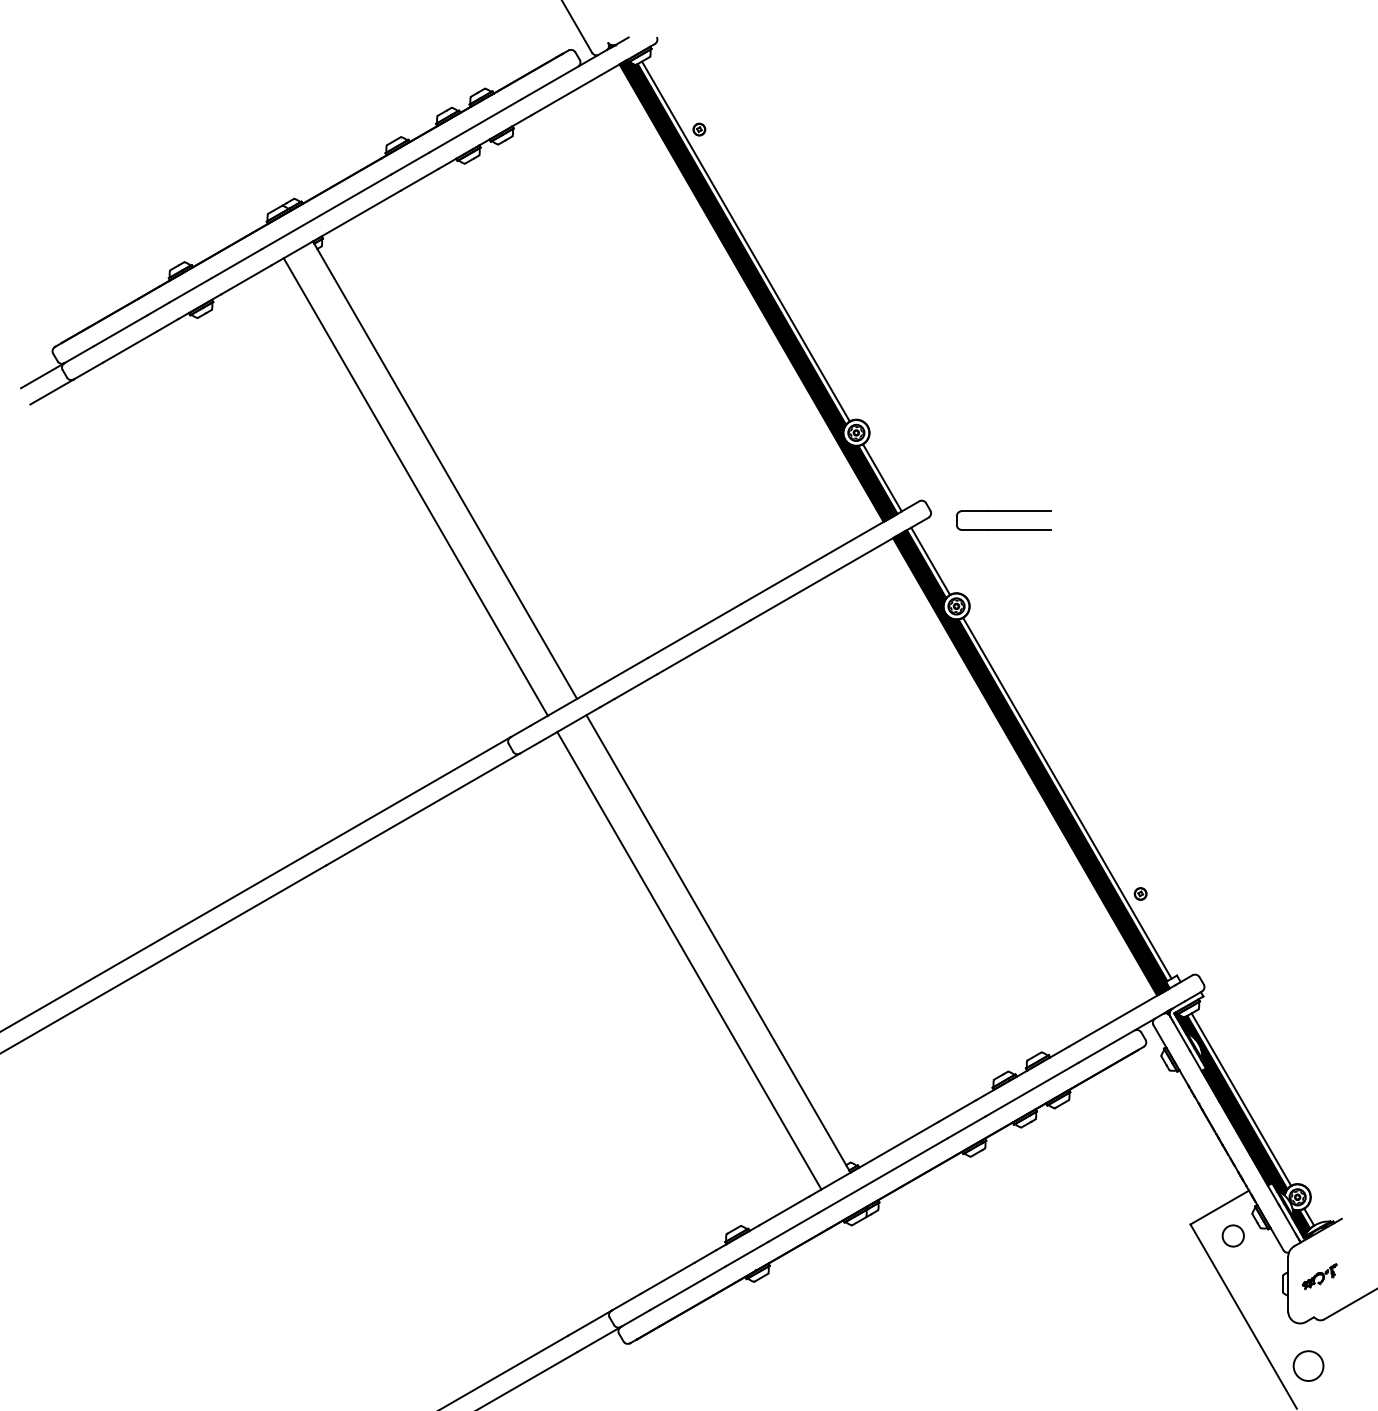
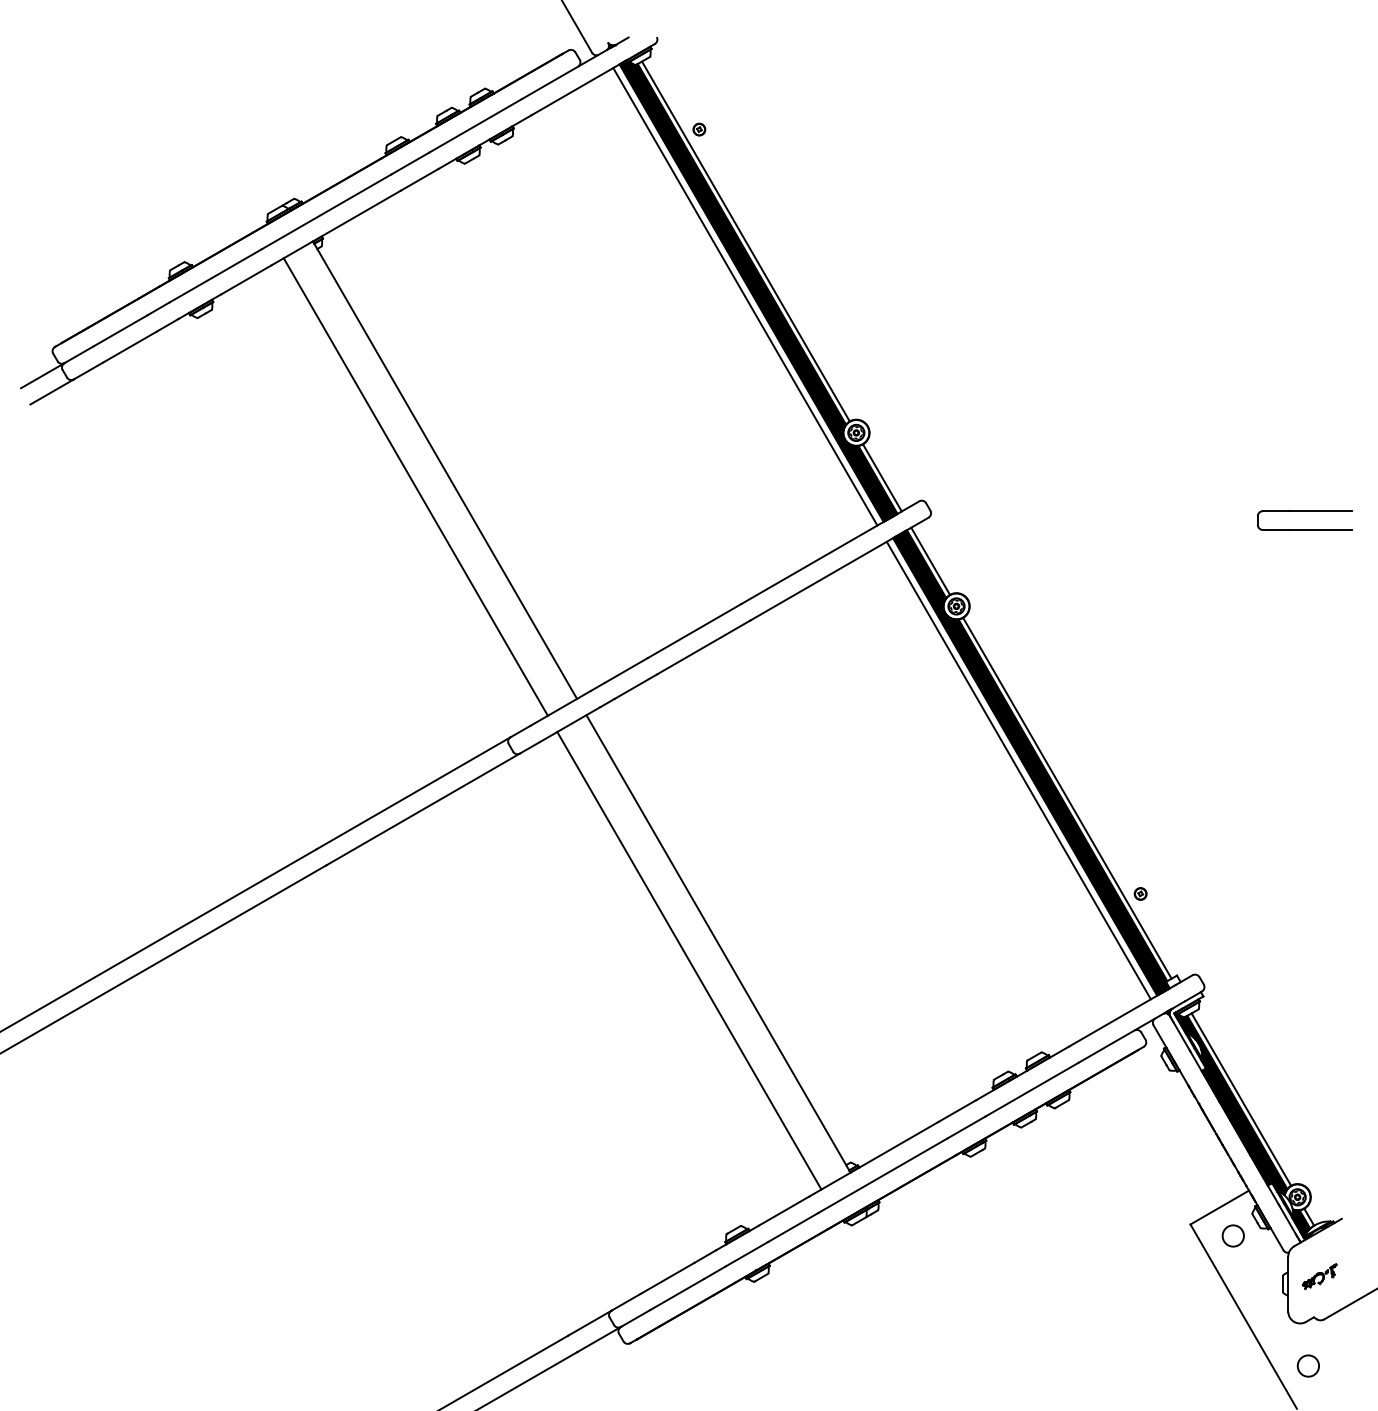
line at (745, 296): none -> present
part at (1003, 511) position: (1003, 511) -> (1304, 511)
line at (1018, 770): none -> present
circle at (1308, 1365) size: 33x32 px -> 24x24 px
